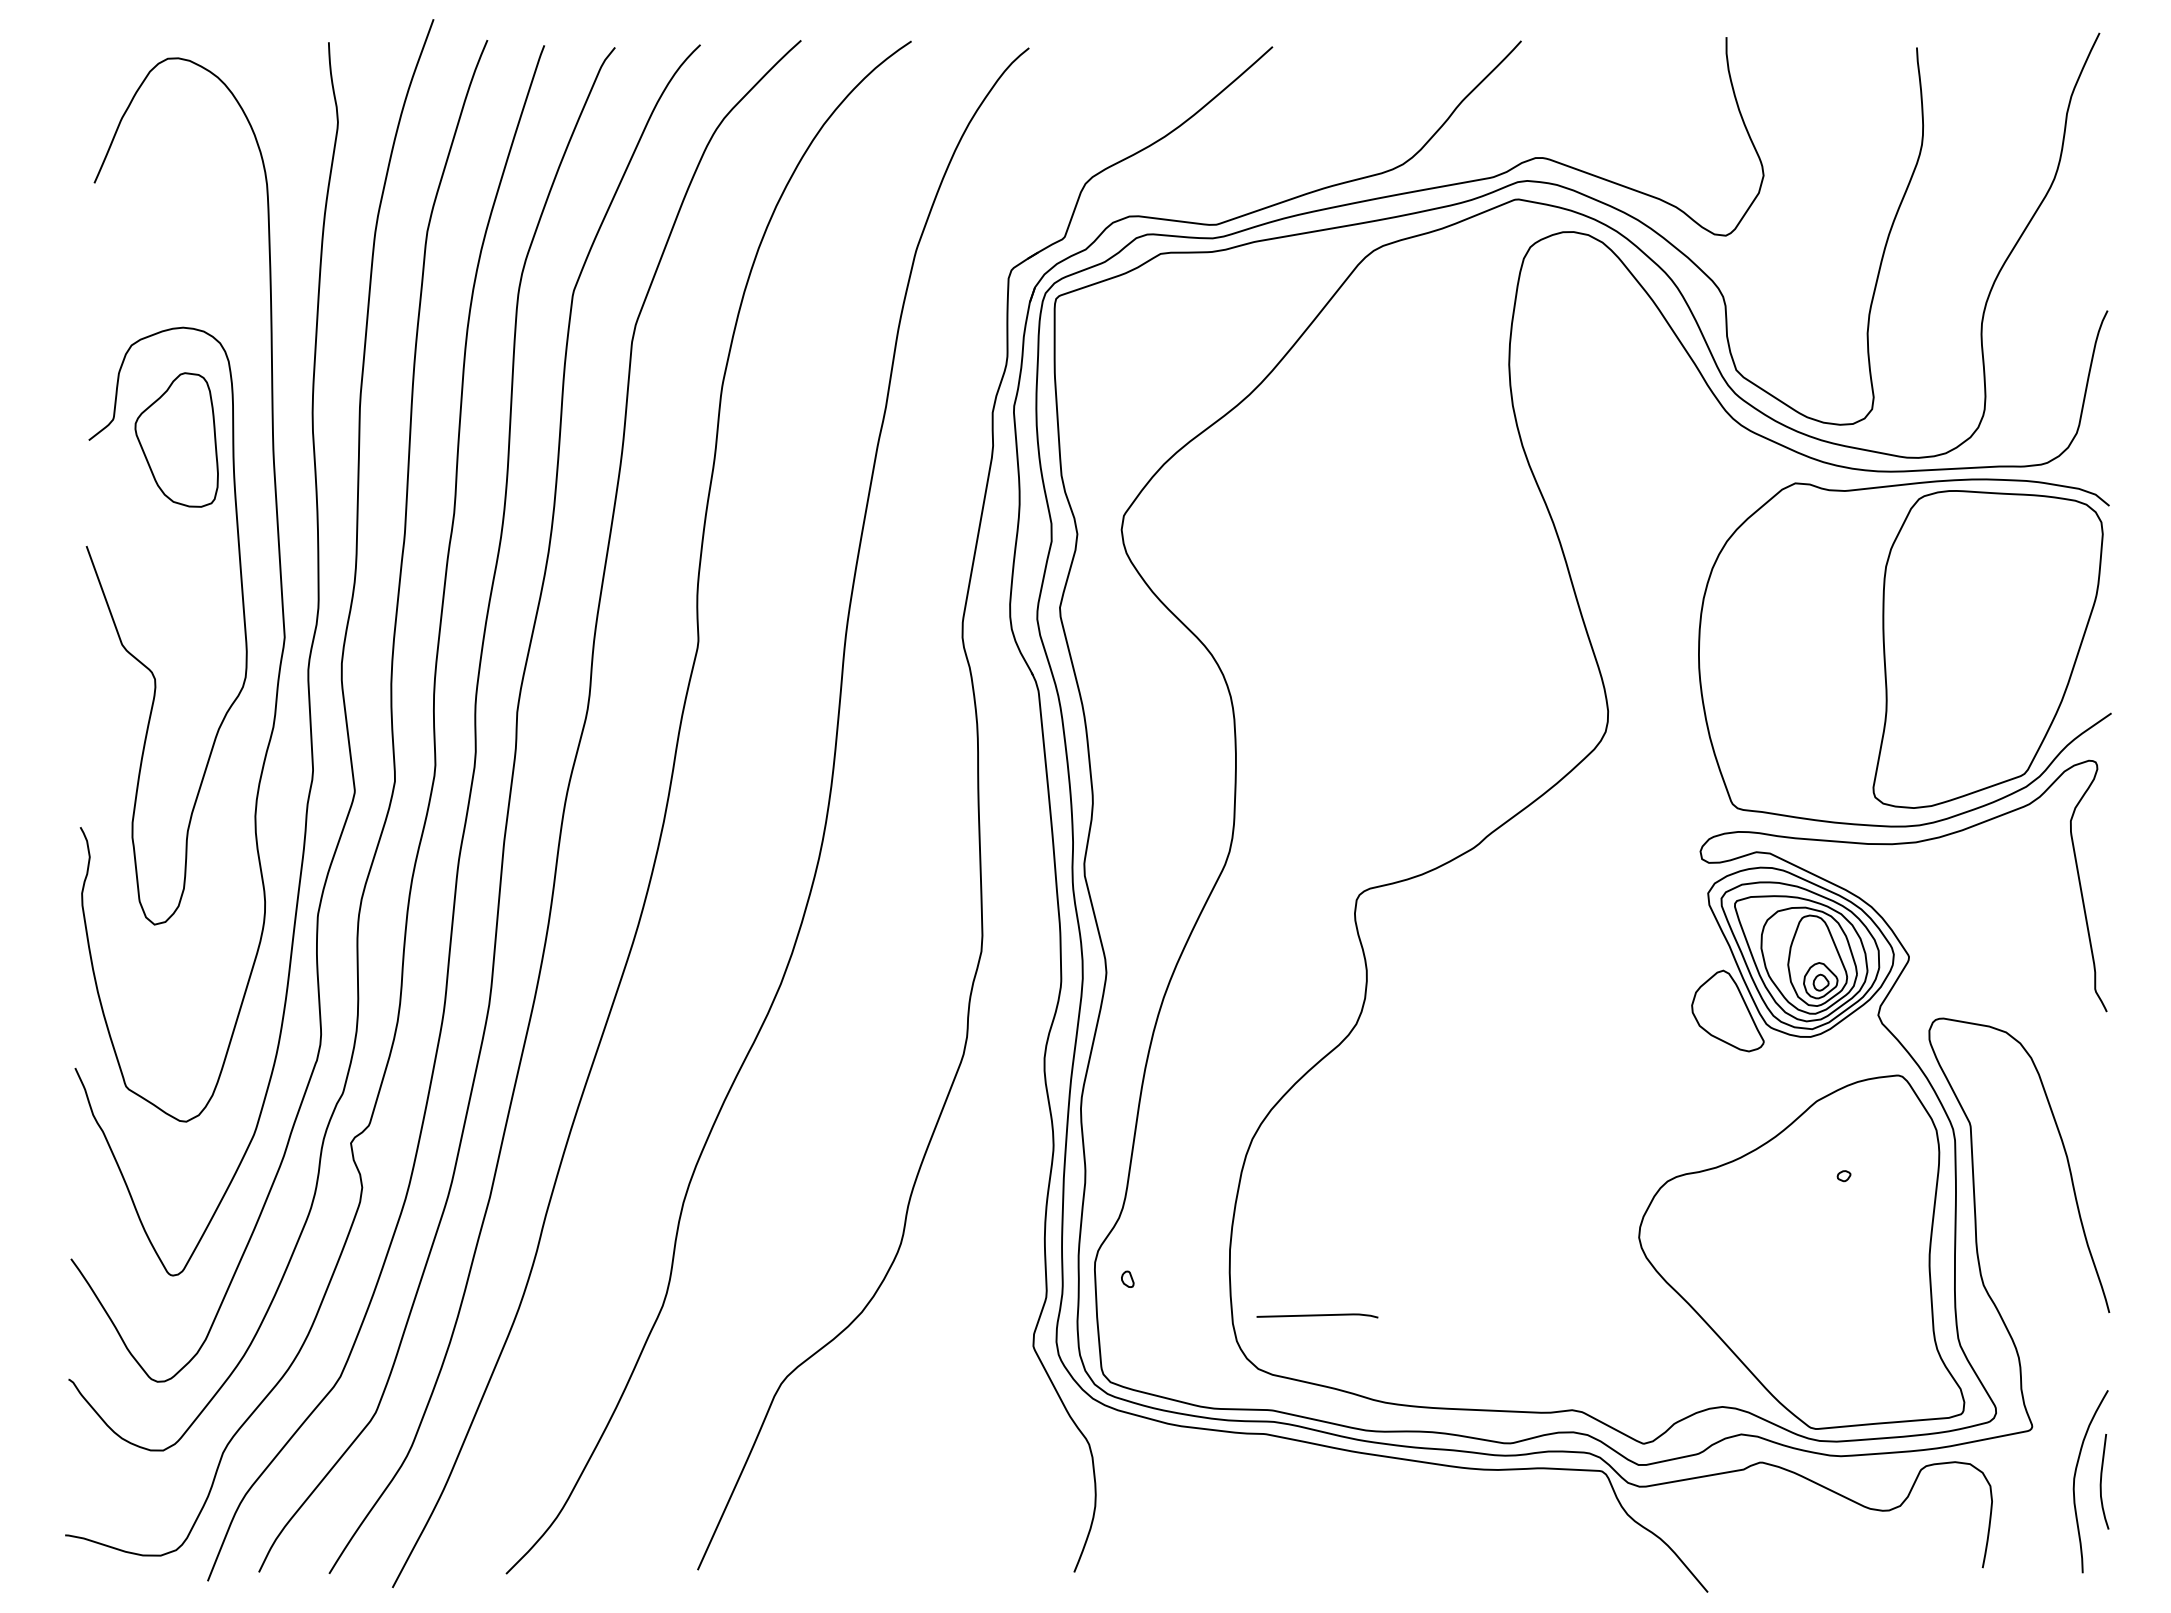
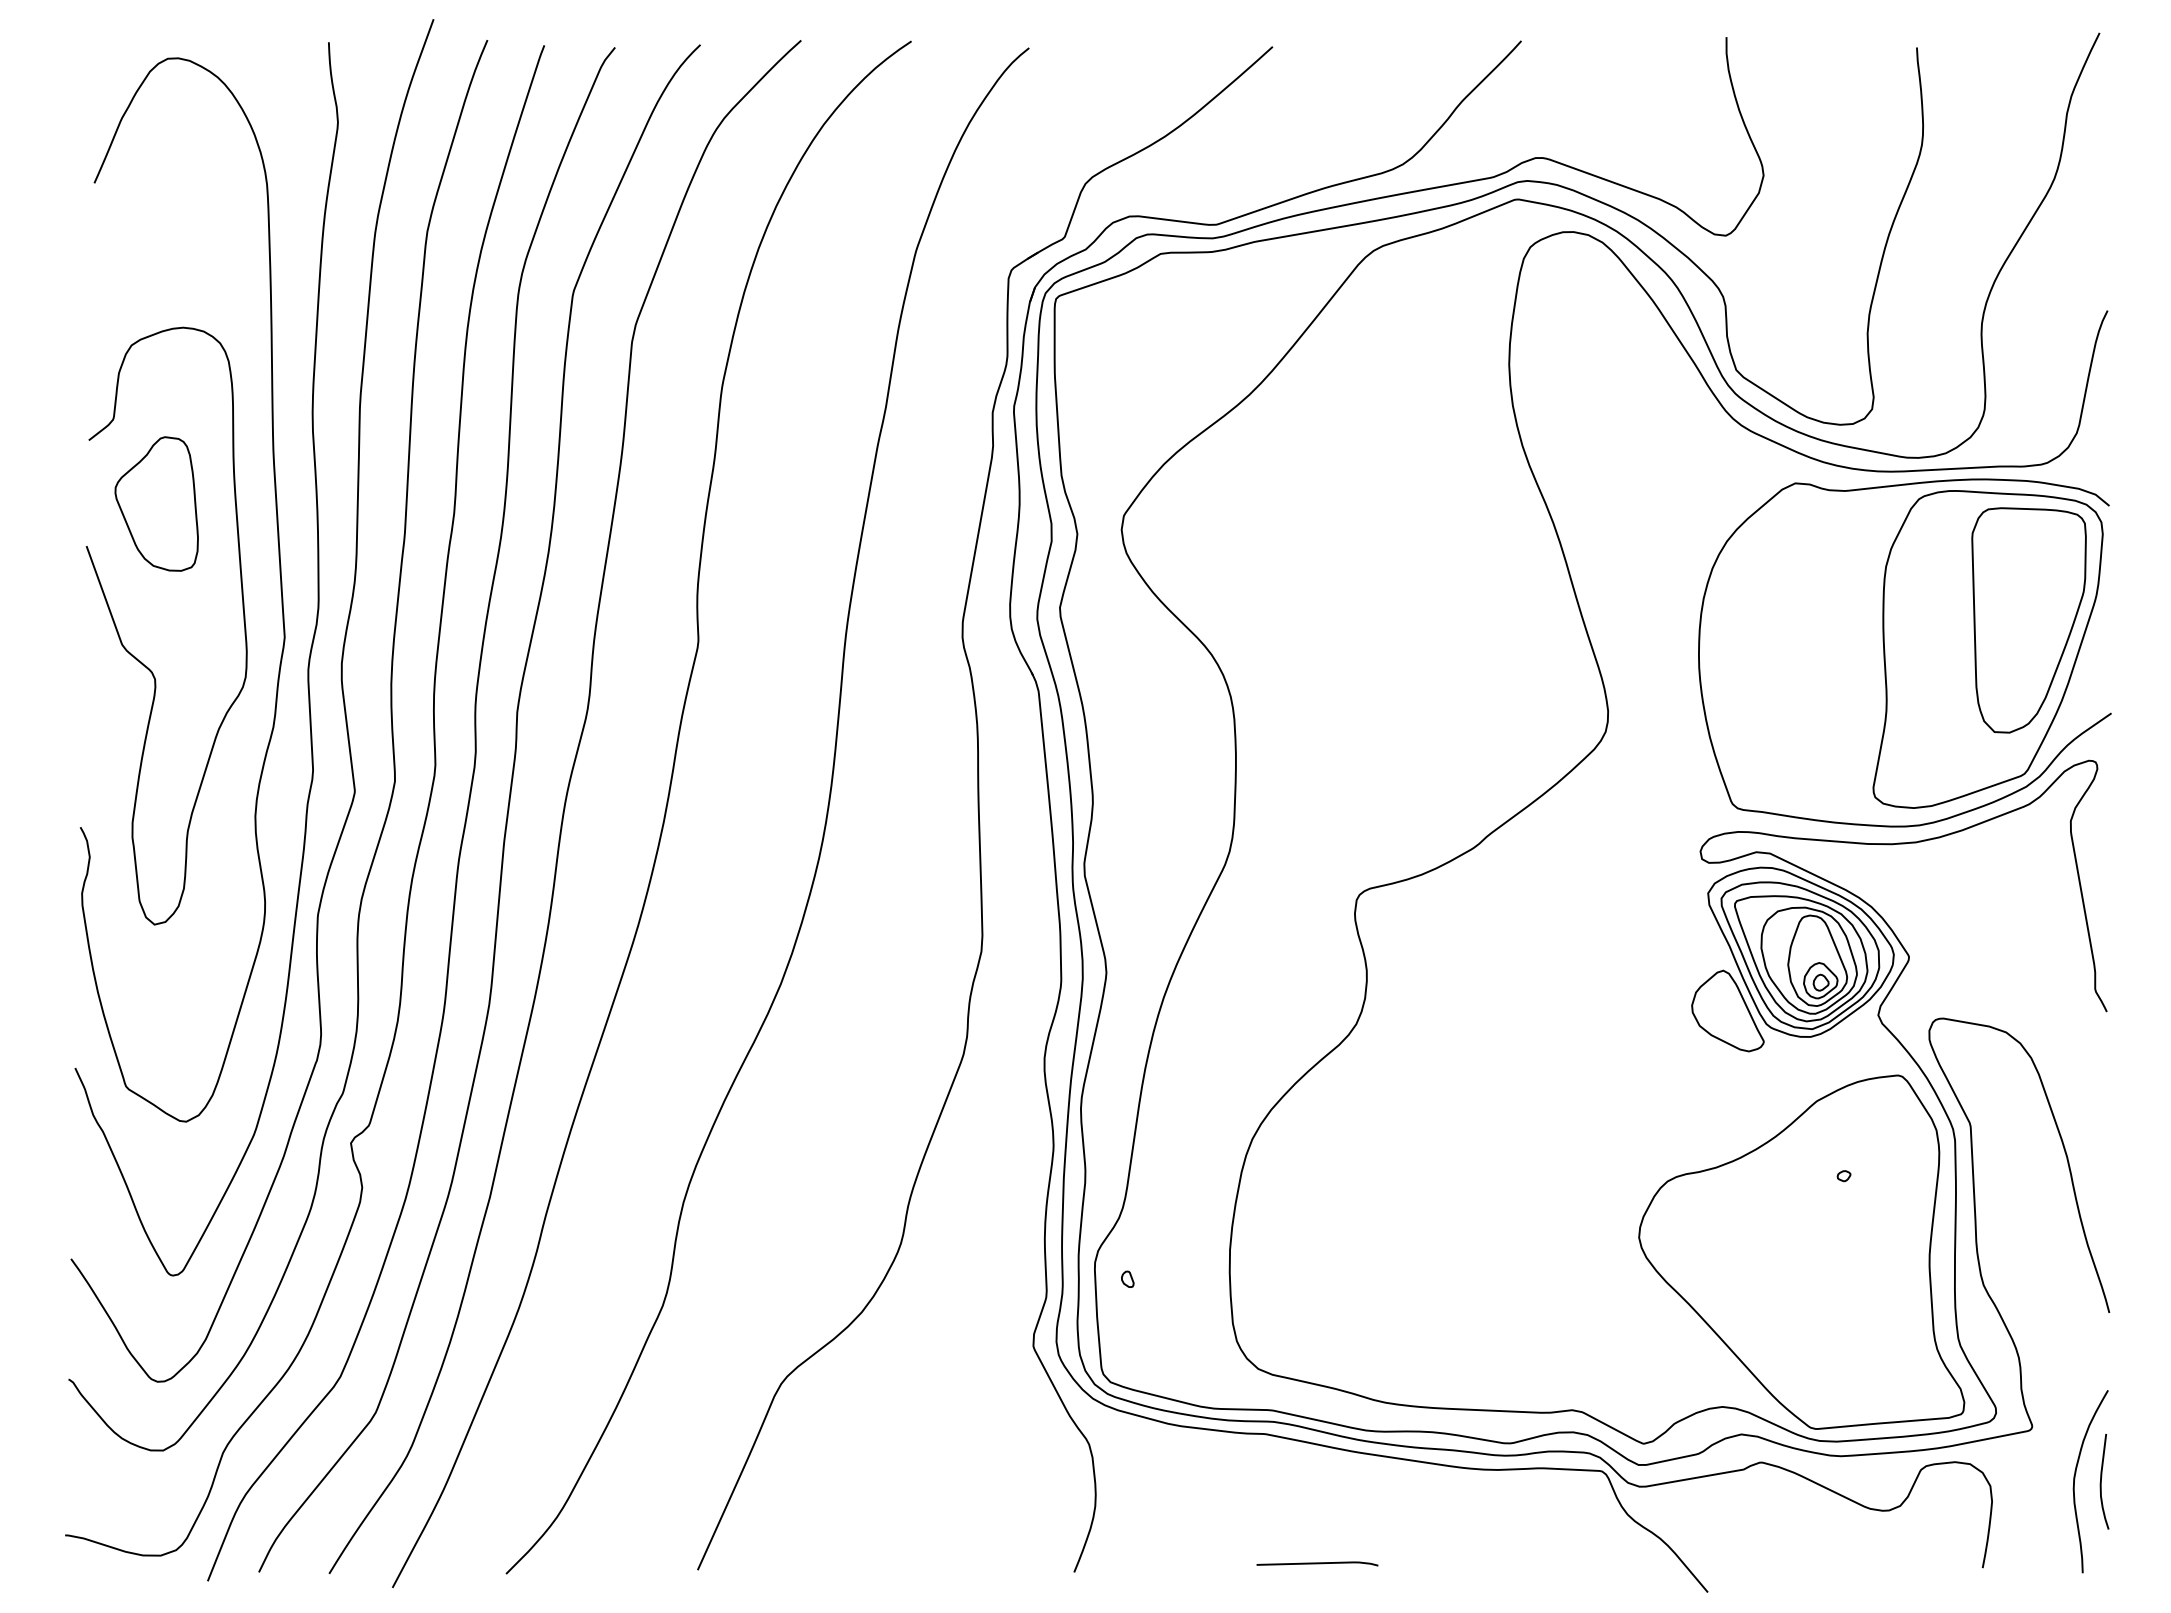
part at (176, 439) position: (176, 439) -> (156, 503)
part at (2028, 620): none -> present
line at (1317, 1315) position: (1317, 1315) -> (1317, 1563)
